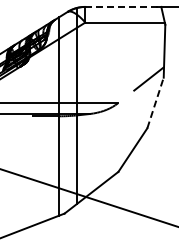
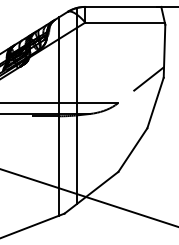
line at (123, 6): dashed -> solid
line at (155, 102): dashed -> solid
